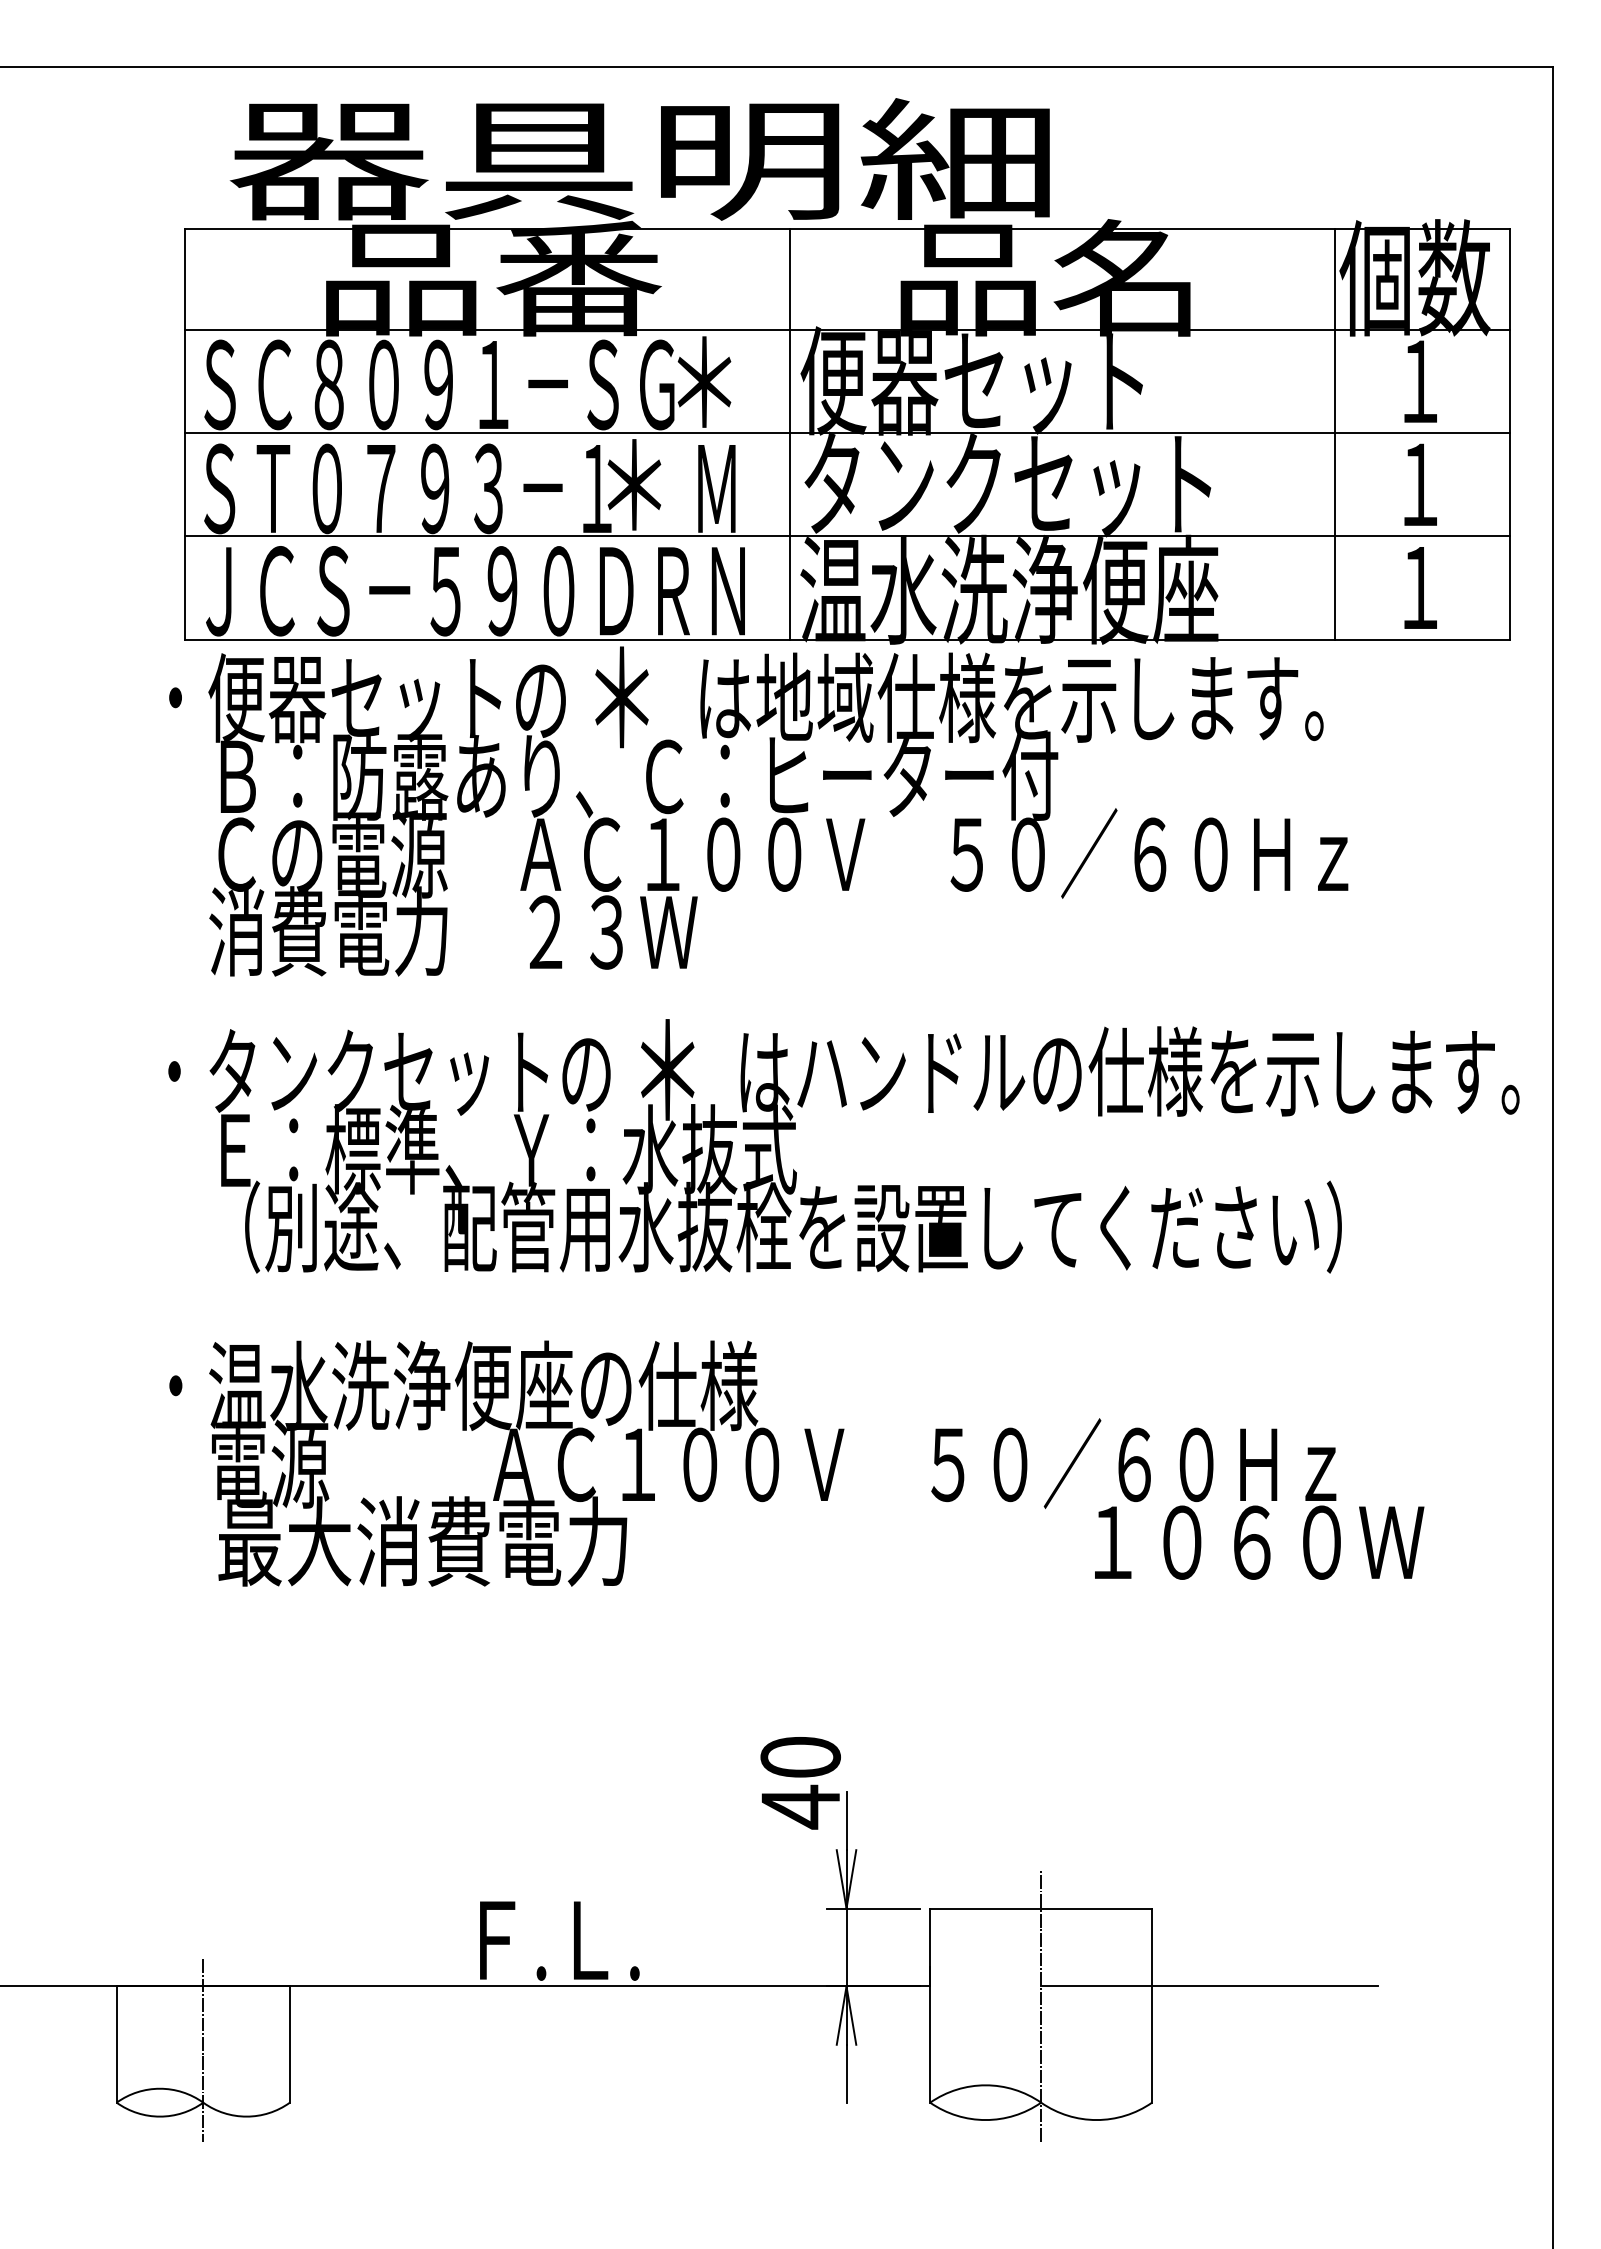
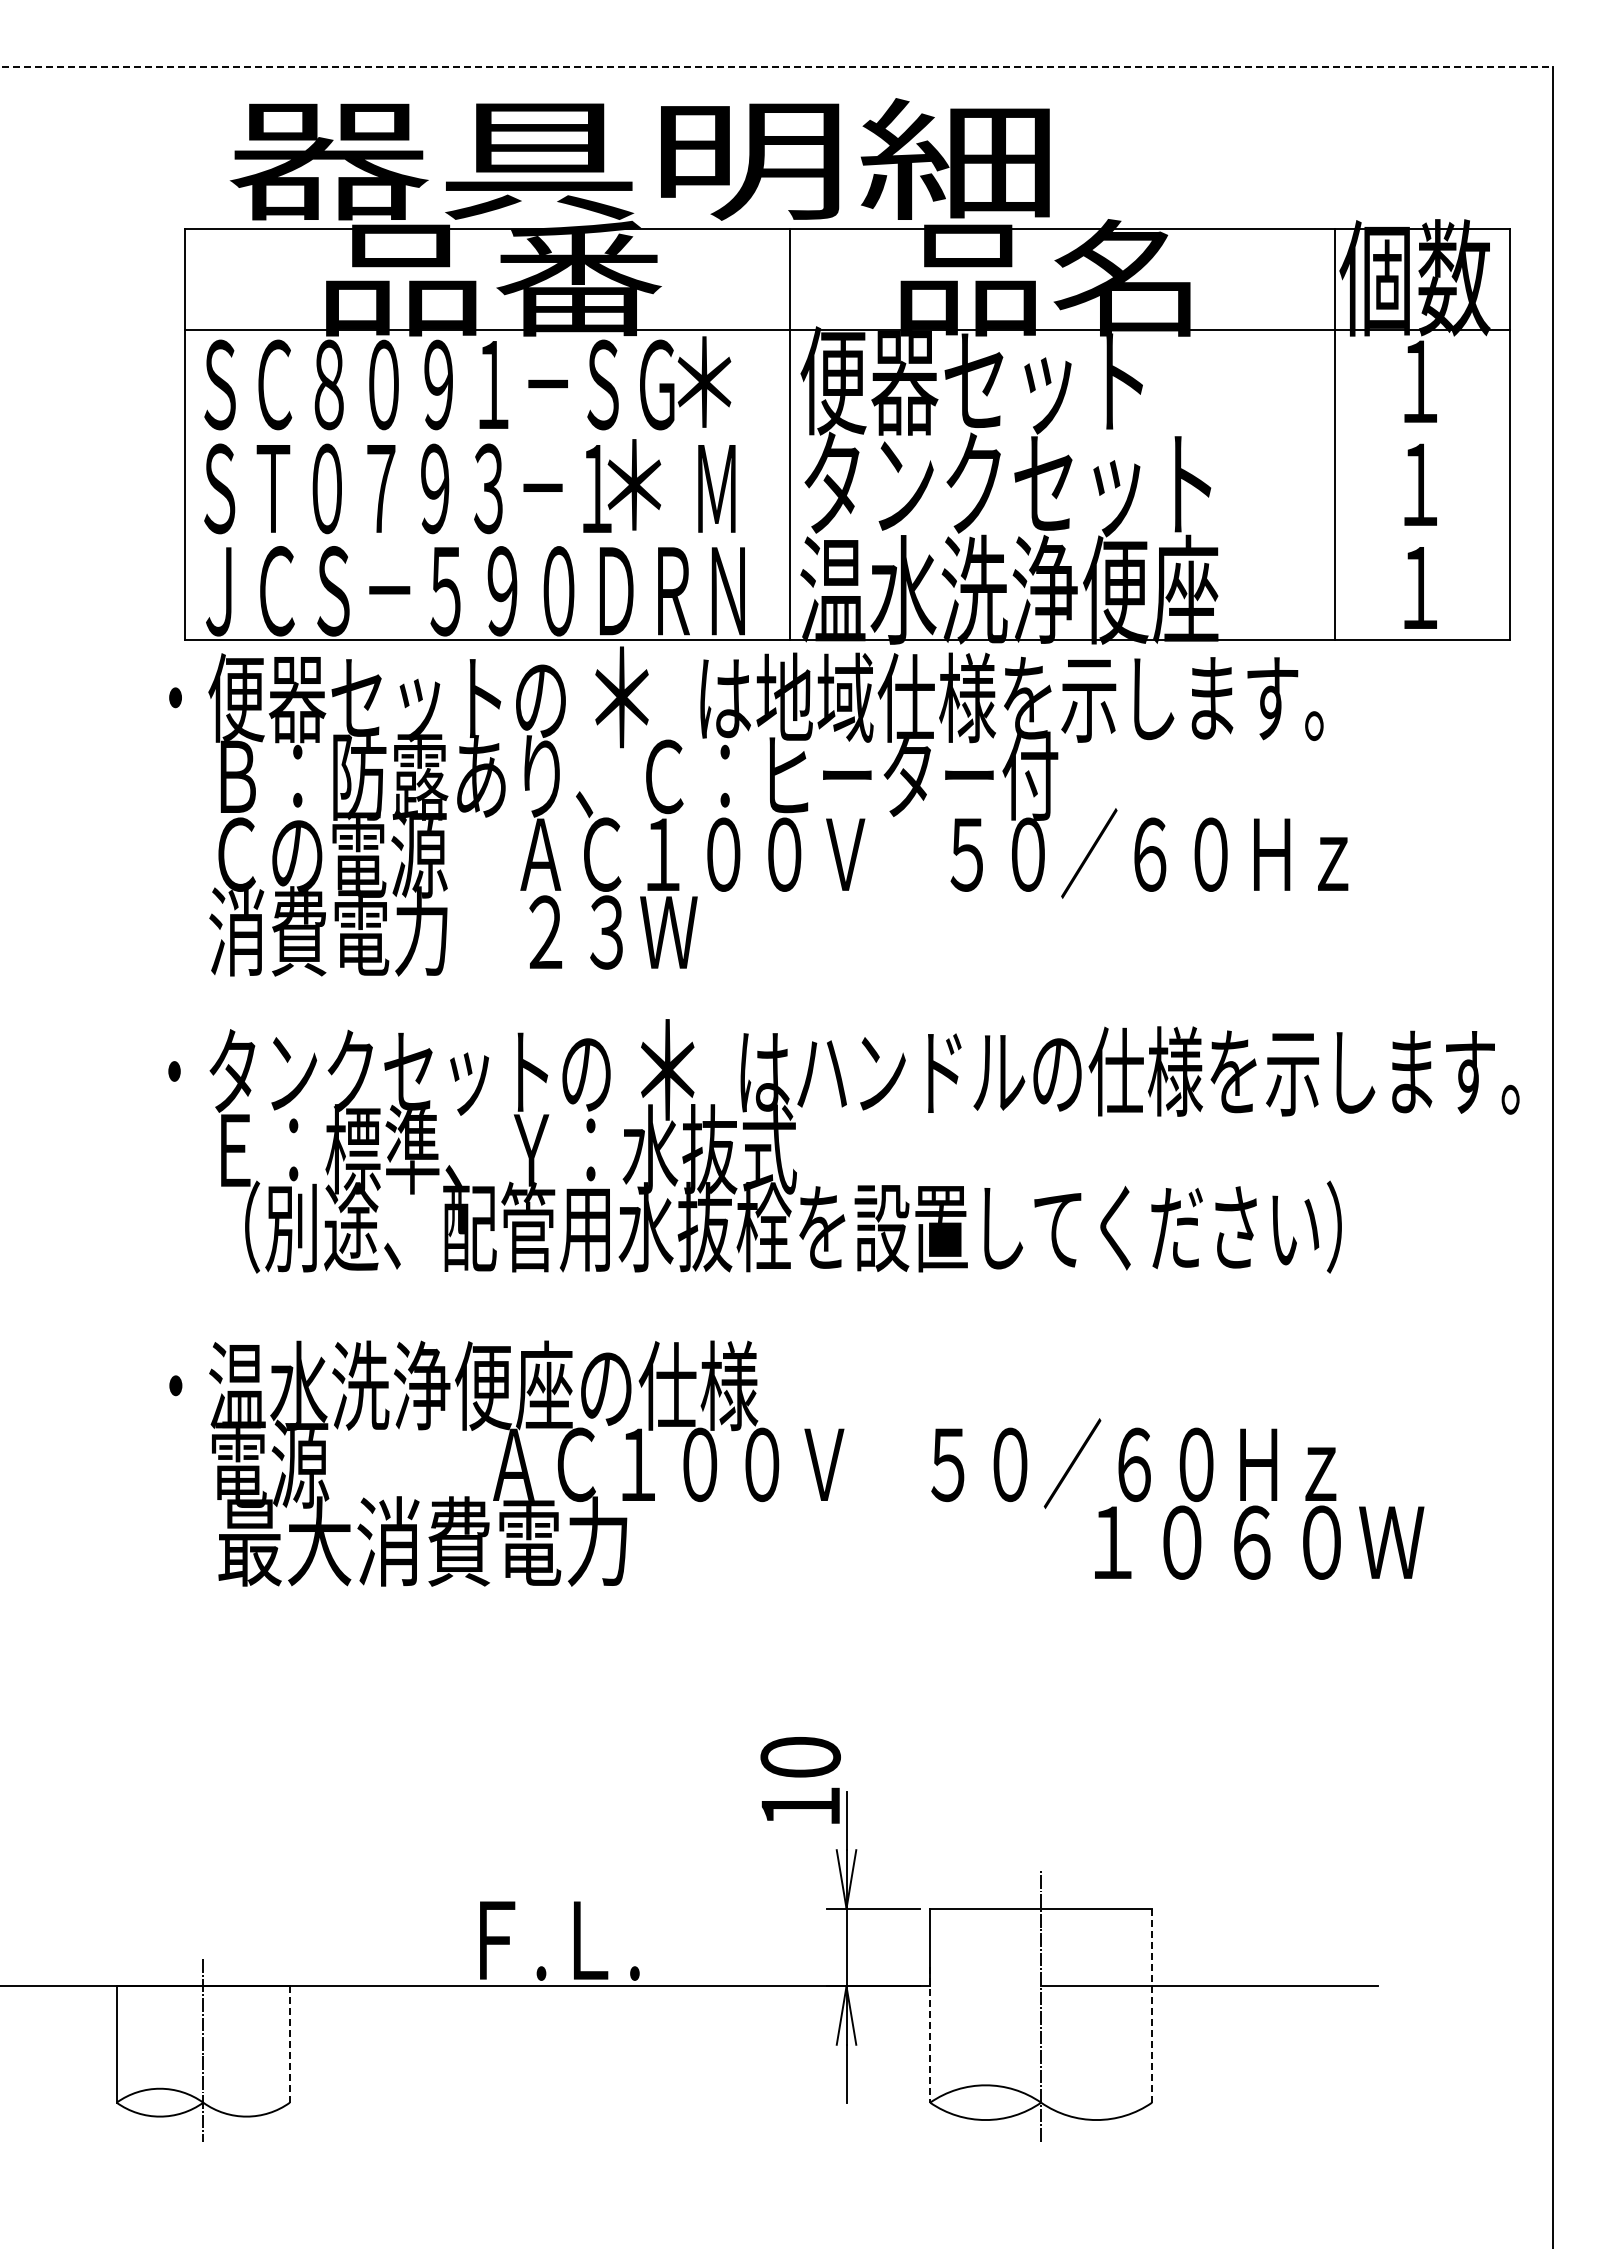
line at (777, 67): solid -> dashed
line at (847, 433): present -> none
line at (847, 536): present -> none
text at (800, 1806): 40 -> 10
line at (1152, 2006): solid -> dashed
line at (930, 2034): solid -> dashed
line at (289, 2045): solid -> dashed
